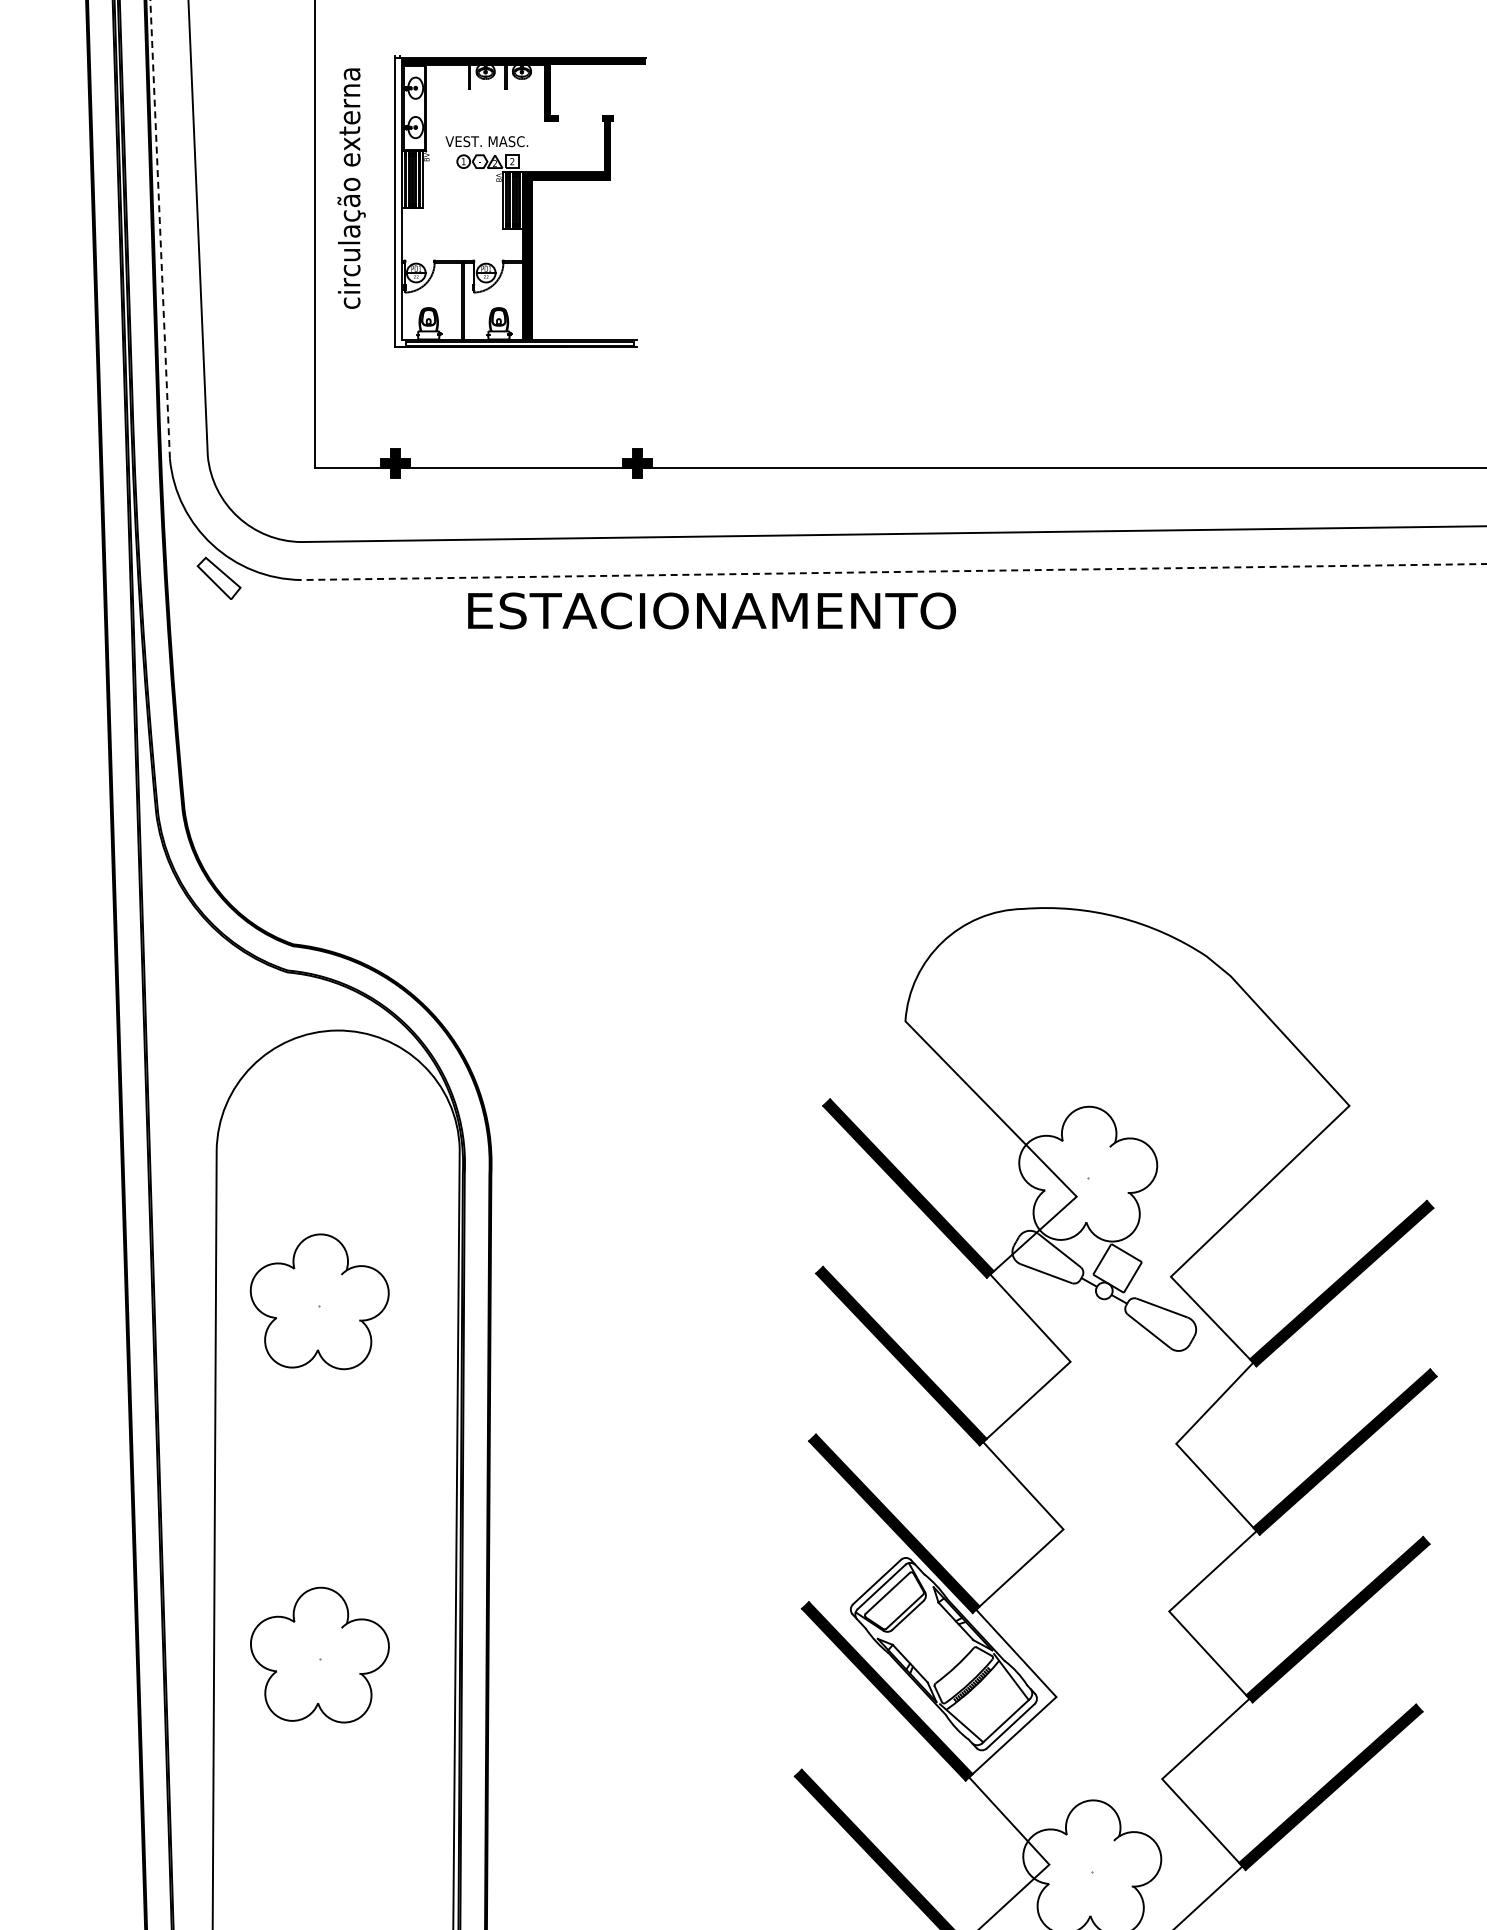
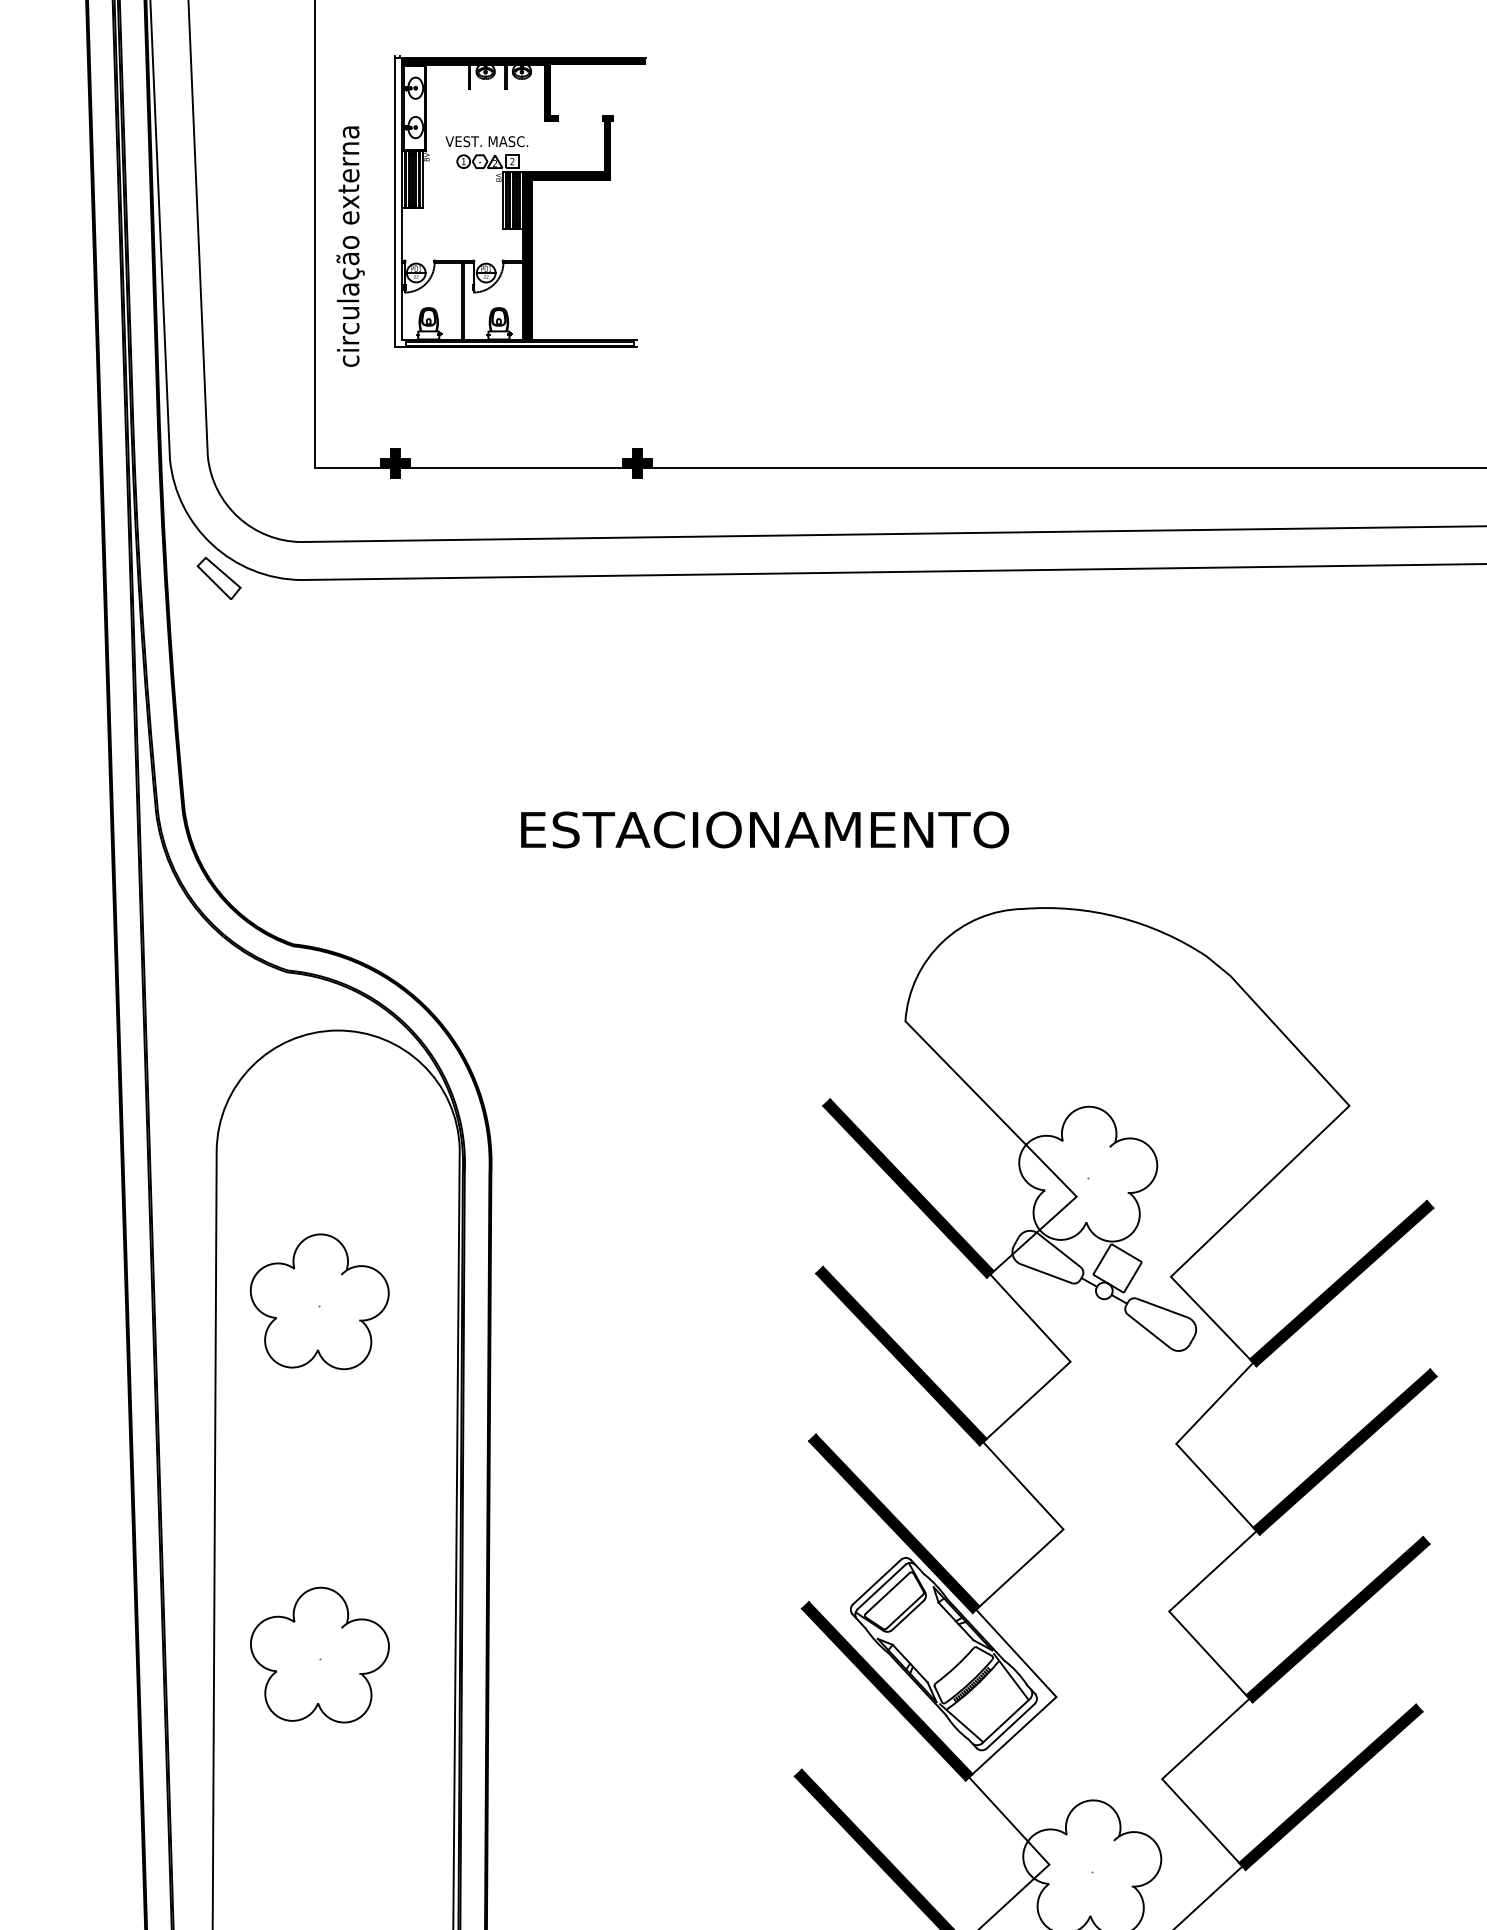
text at (351, 188) position: (351, 188) -> (350, 246)
line at (160, 229): dashed -> solid
line at (894, 572): dashed -> solid
text at (711, 610) position: (711, 610) -> (764, 829)
